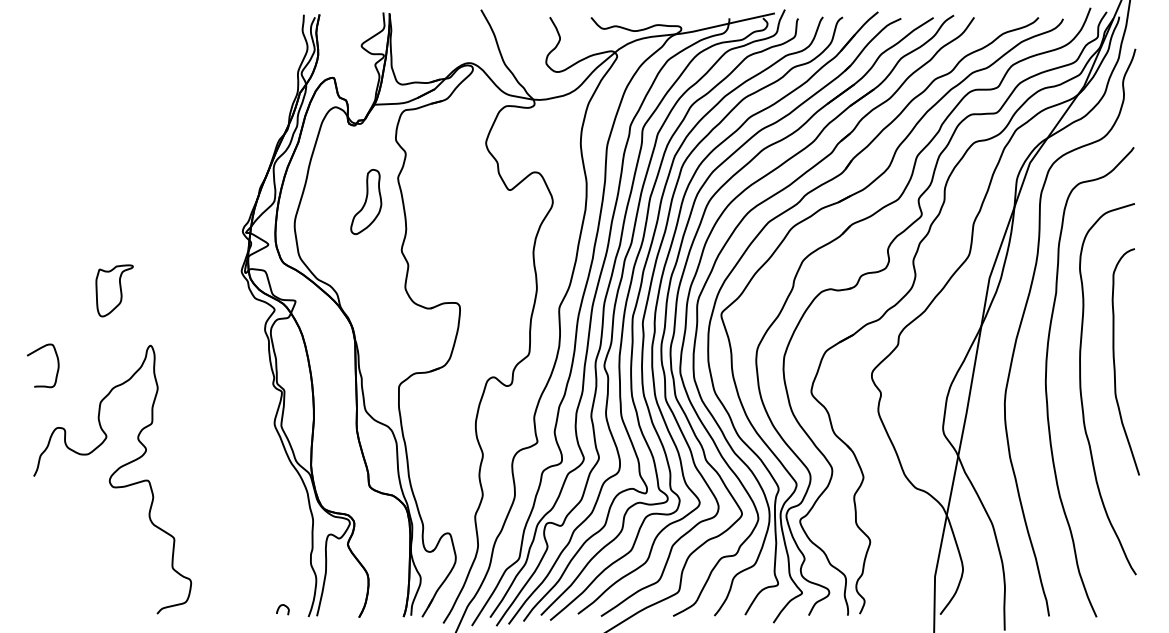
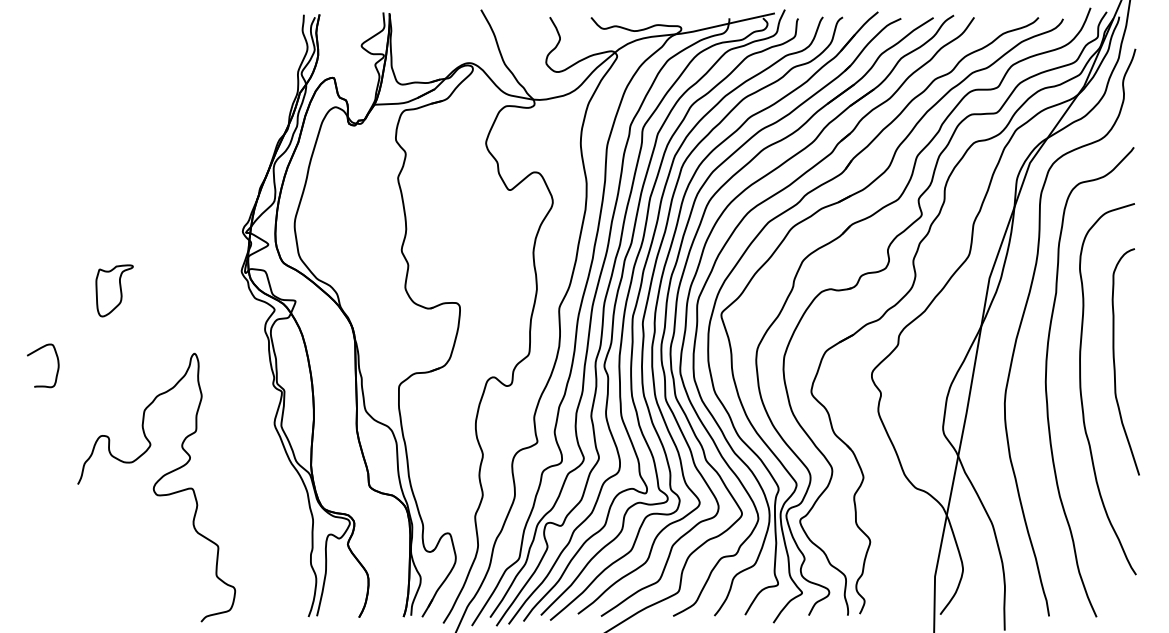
part at (366, 202): present -> none
curve at (111, 478) position: (111, 478) -> (155, 486)
curve at (280, 607): present -> none
